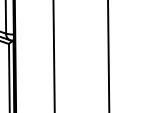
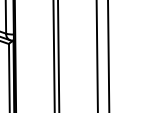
line at (58, 55): none -> present
line at (96, 55): none -> present
